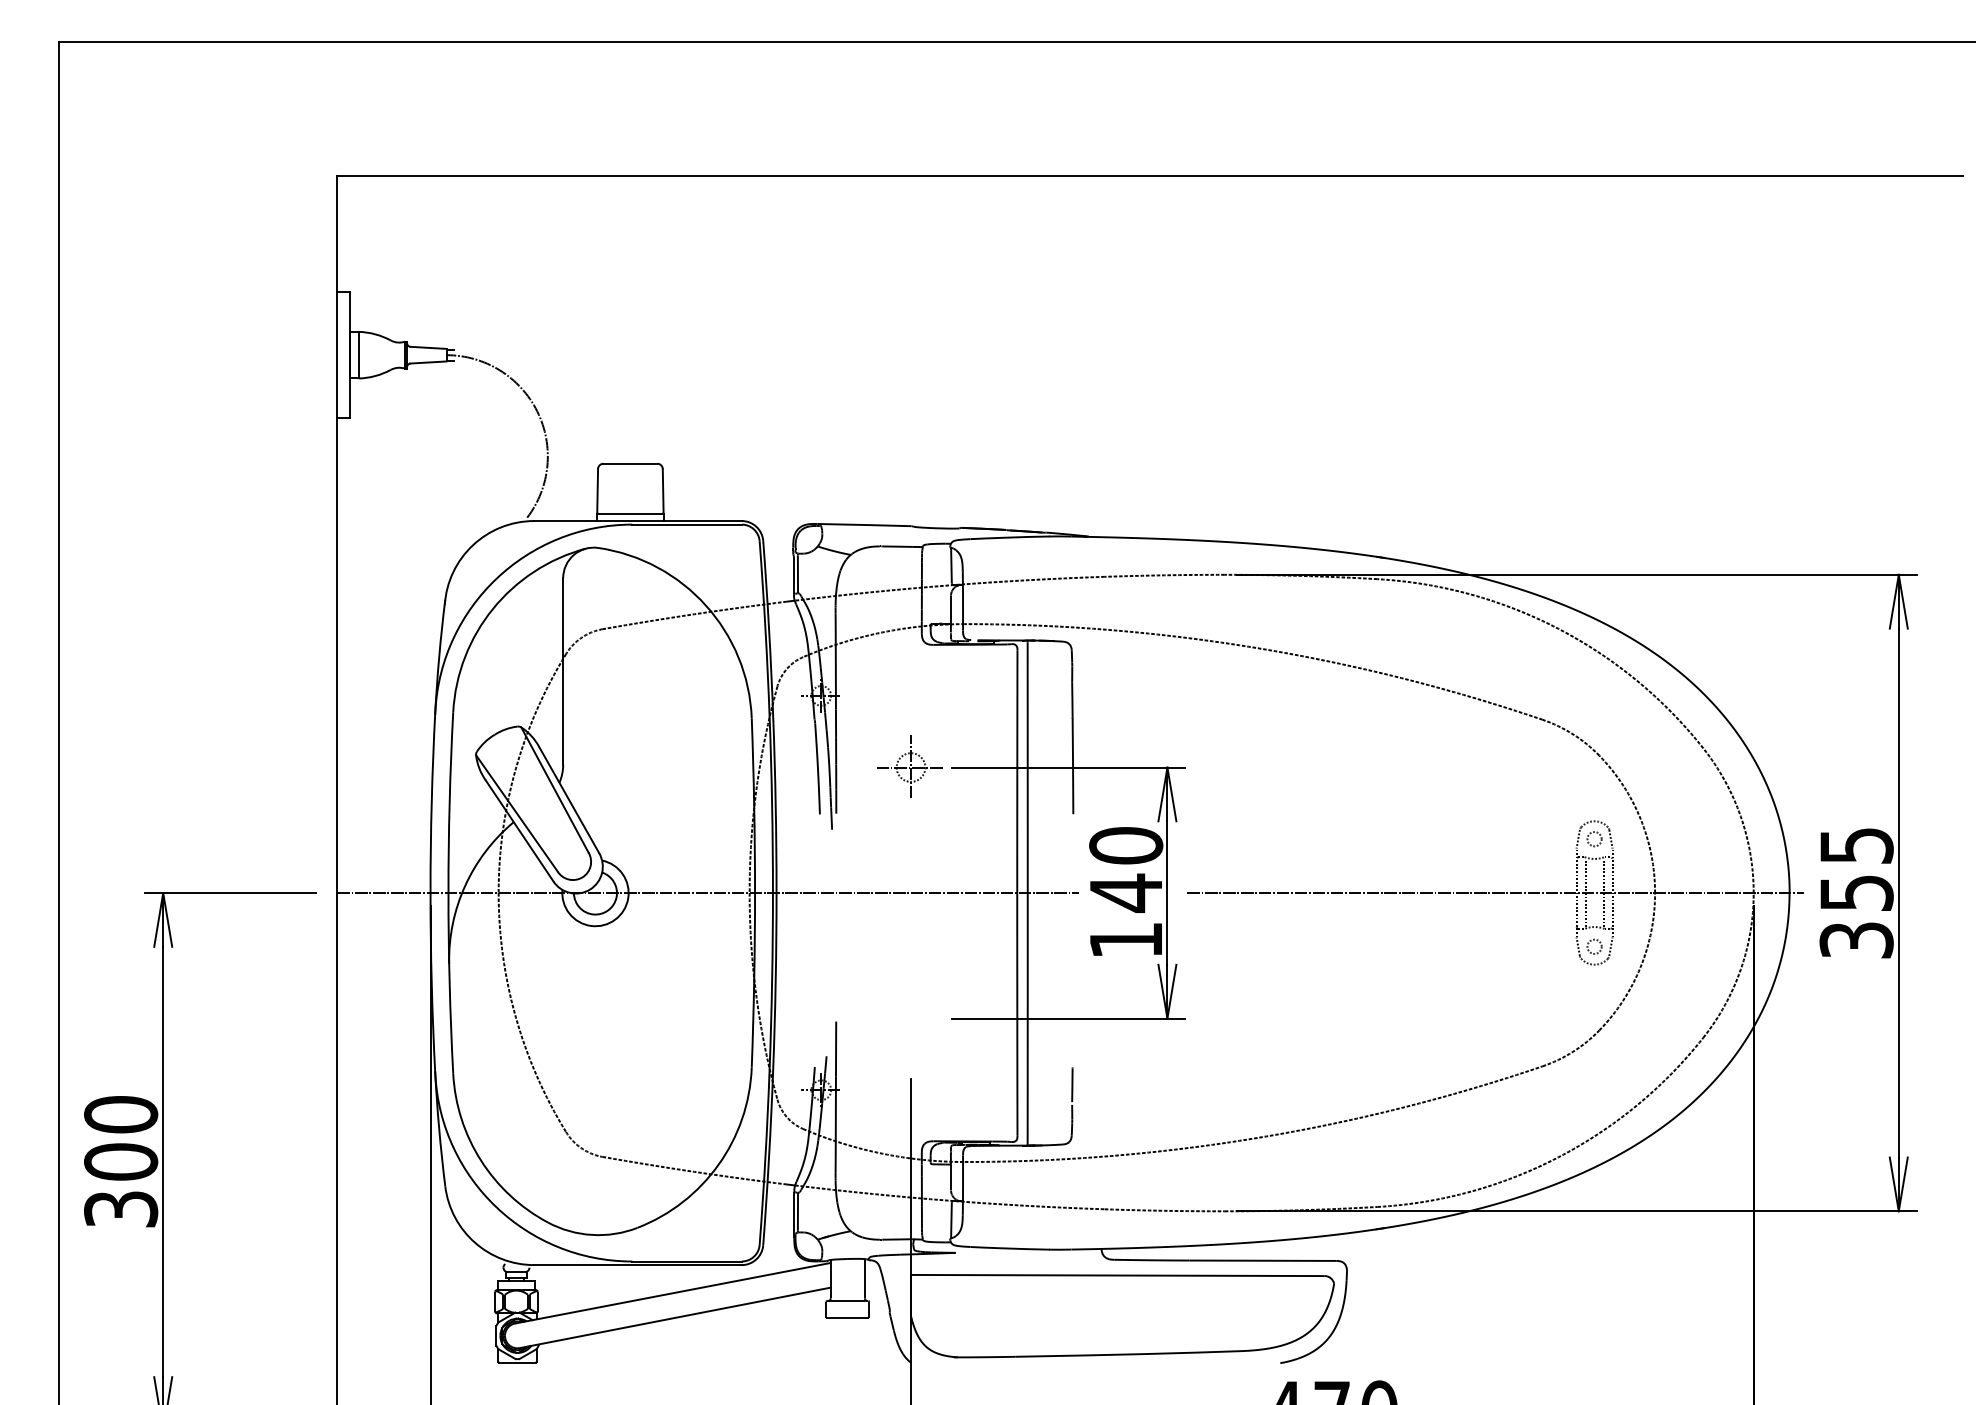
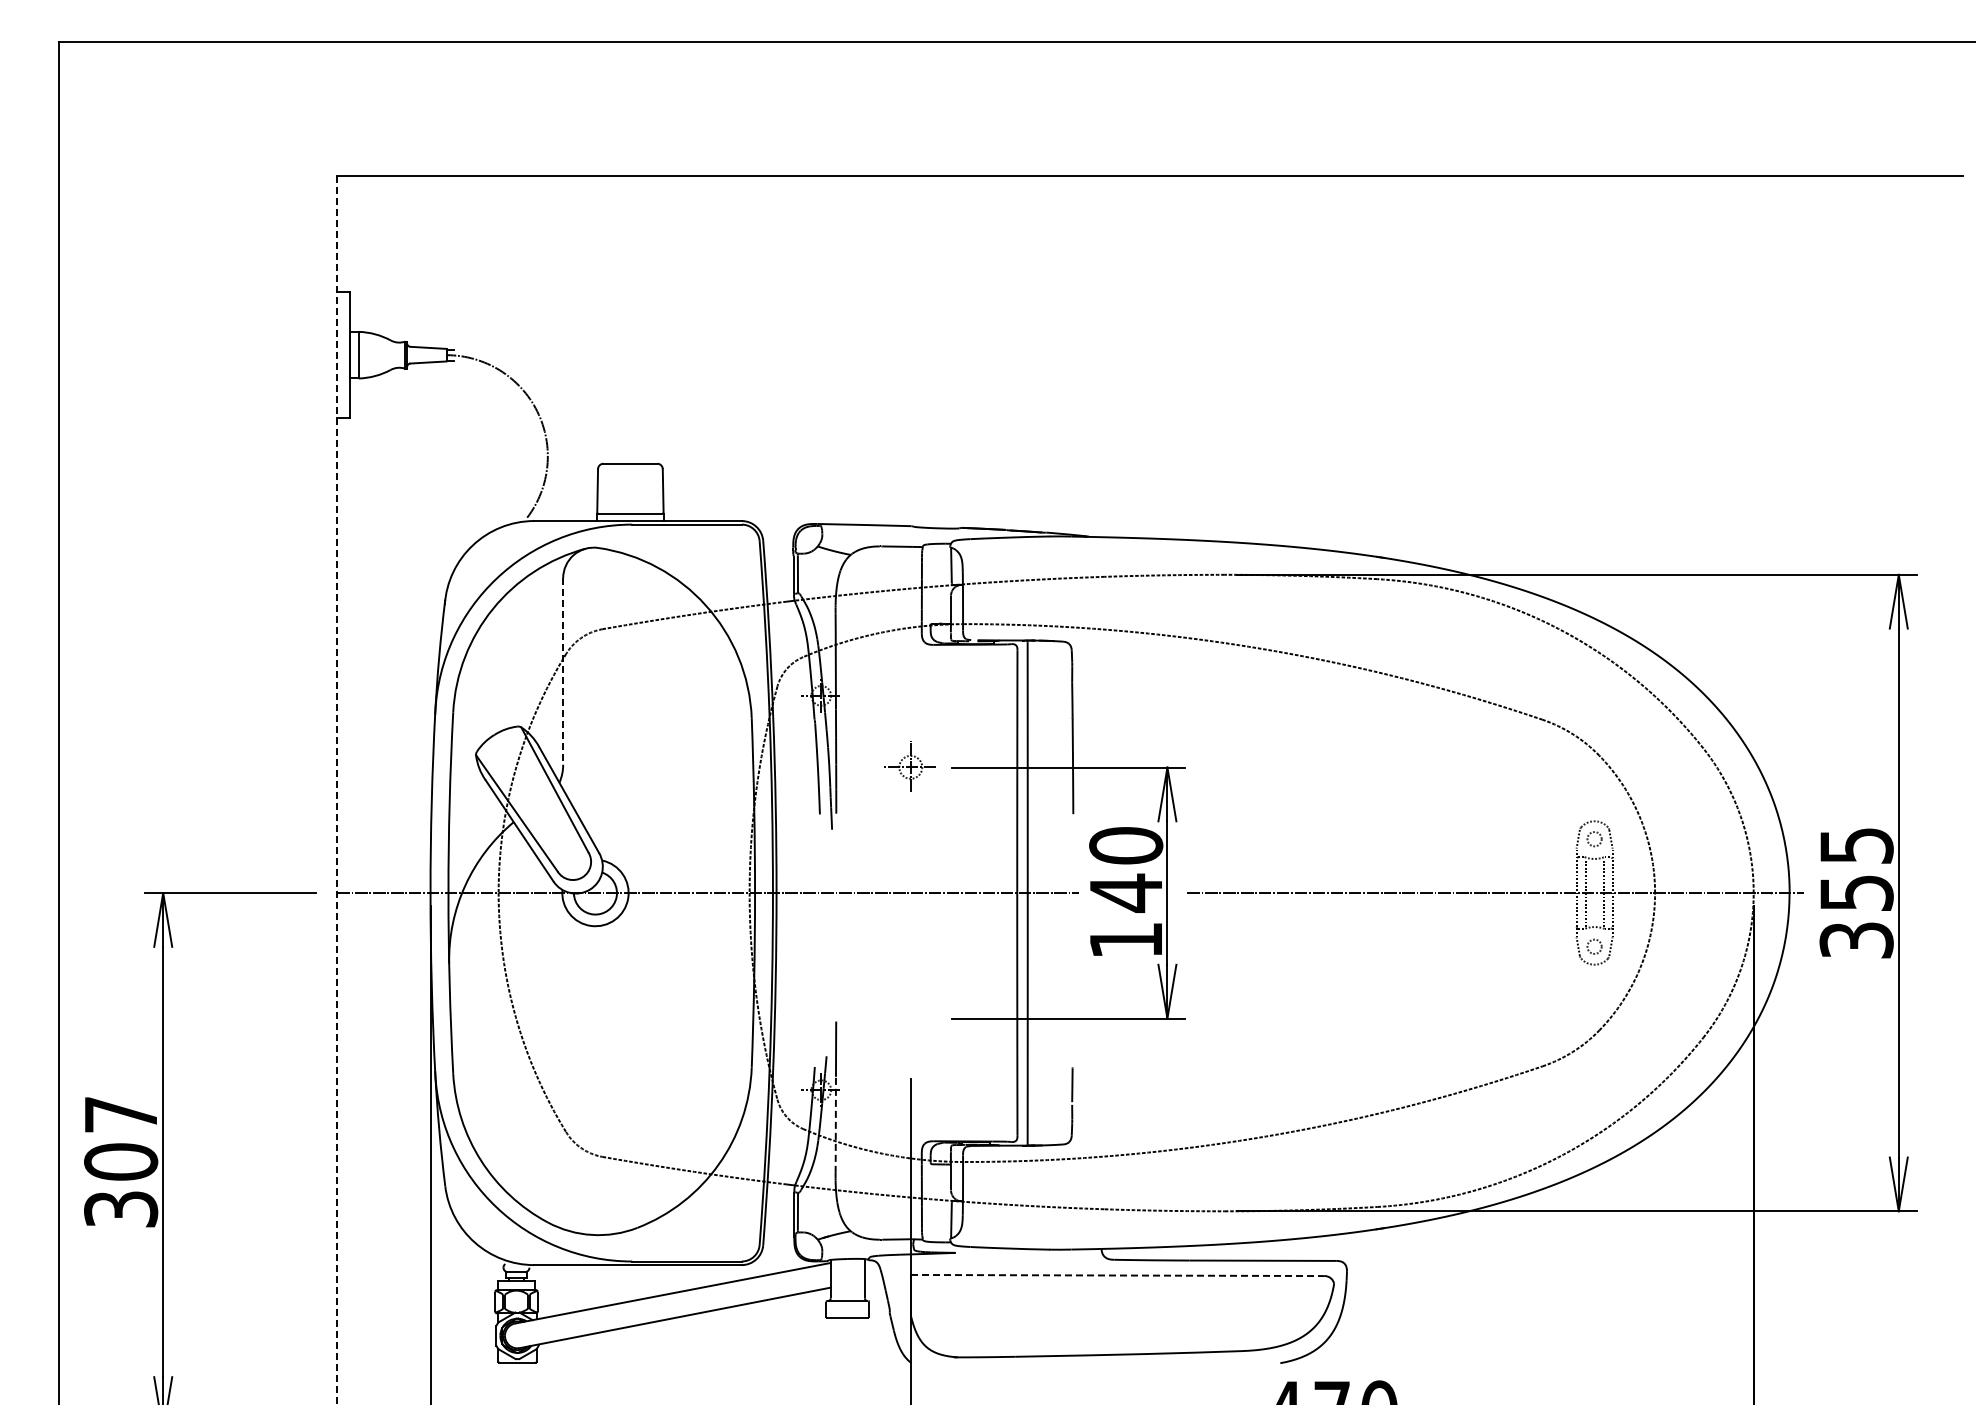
line at (563, 671): solid -> dashed
part at (909, 766) size: 66x63 px -> 52x51 px
line at (337, 790): solid -> dashed
text at (121, 1114): 300 -> 307
line at (835, 1126): solid -> dashed
line at (1117, 1275): solid -> dashed
